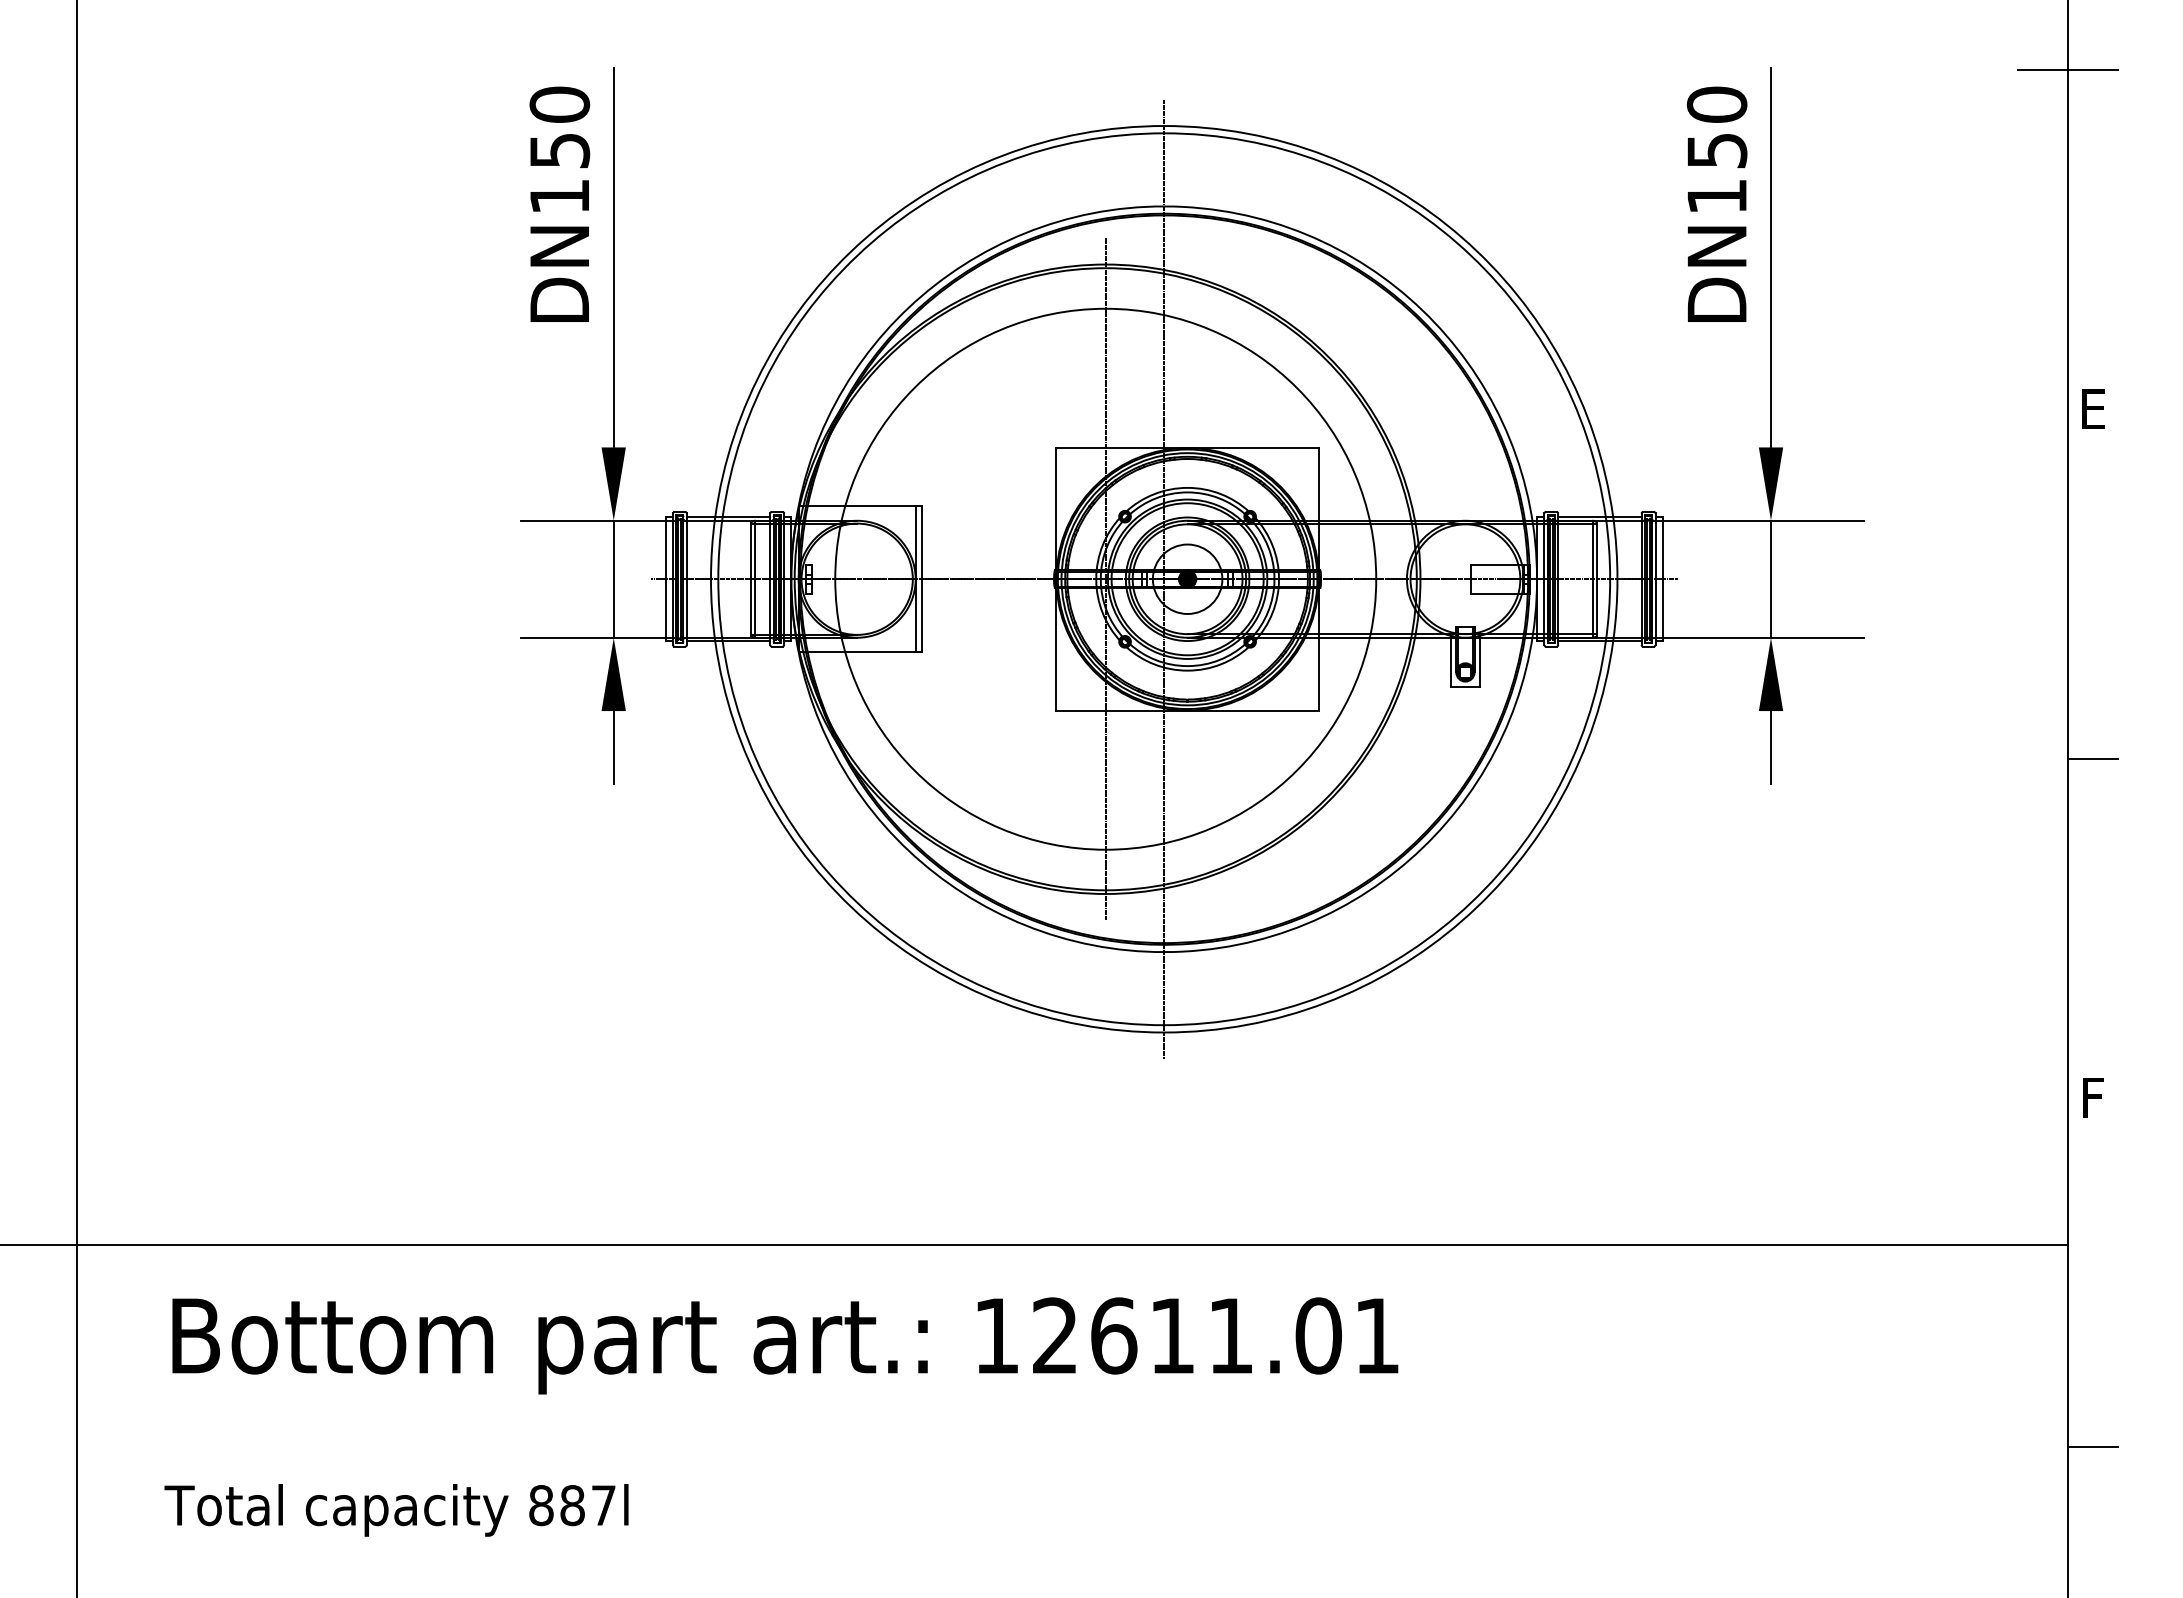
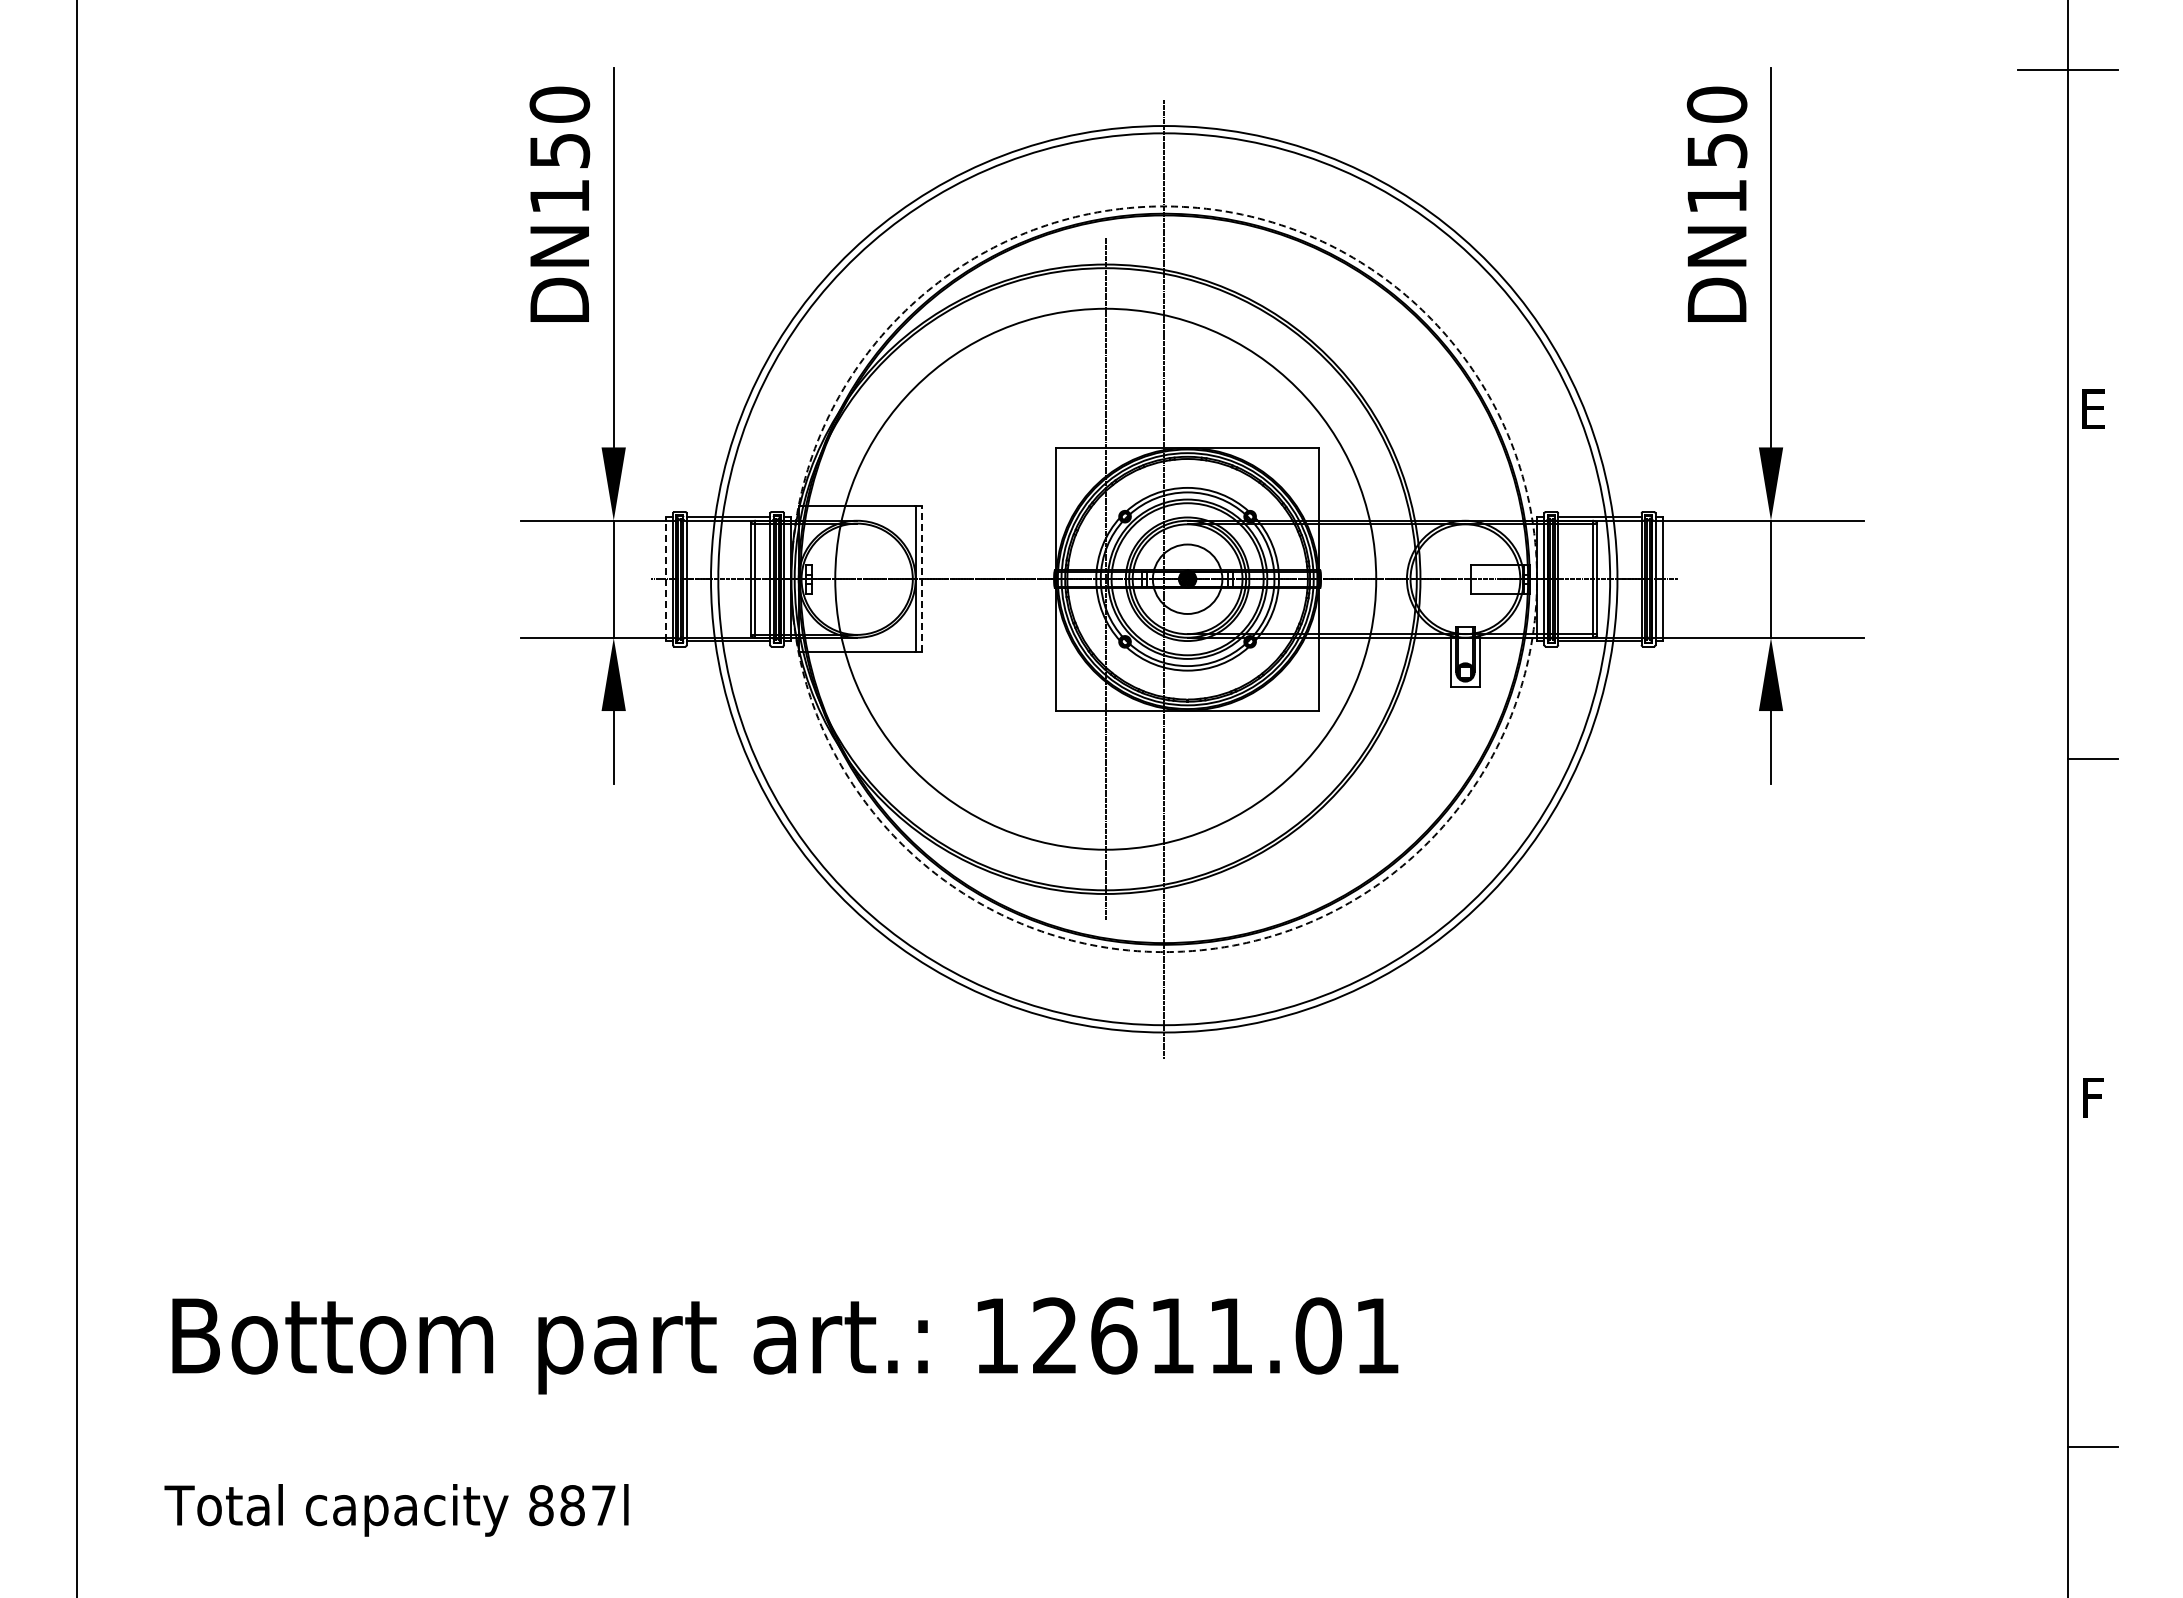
line at (665, 578): solid -> dashed
line at (921, 578): solid -> dashed
arc at (1537, 579): solid -> dashed
line at (1034, 1245): present -> none
